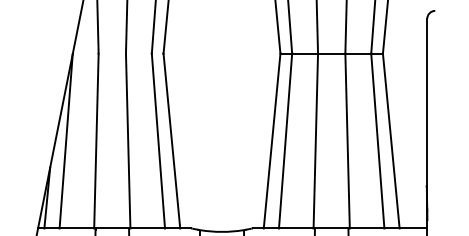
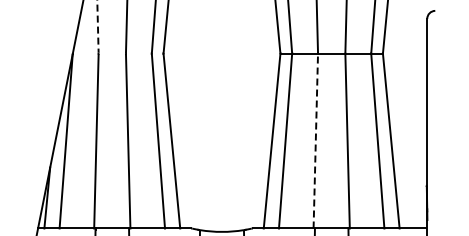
line at (97, 26): solid -> dashed
line at (315, 141): solid -> dashed
